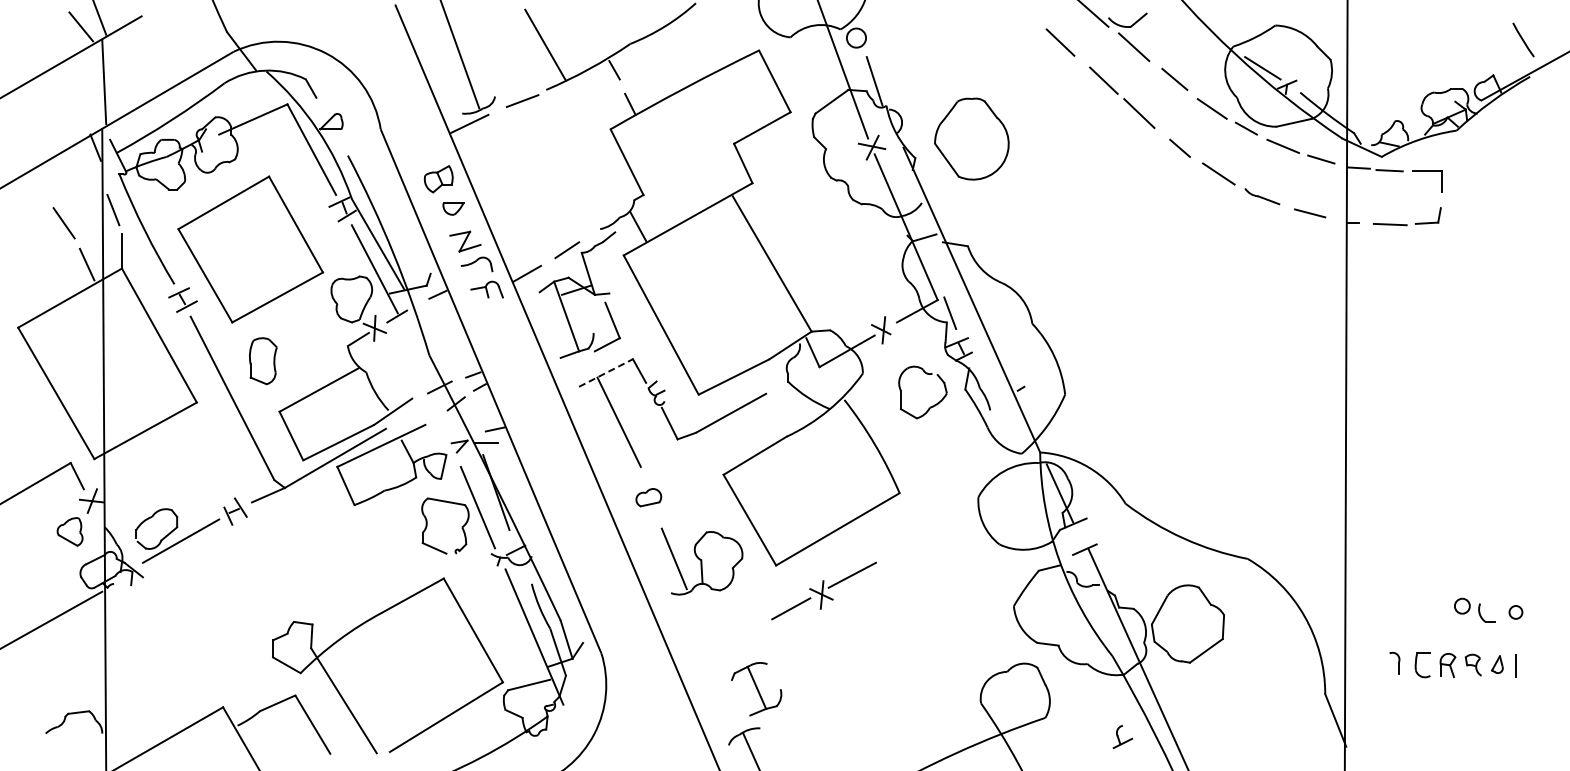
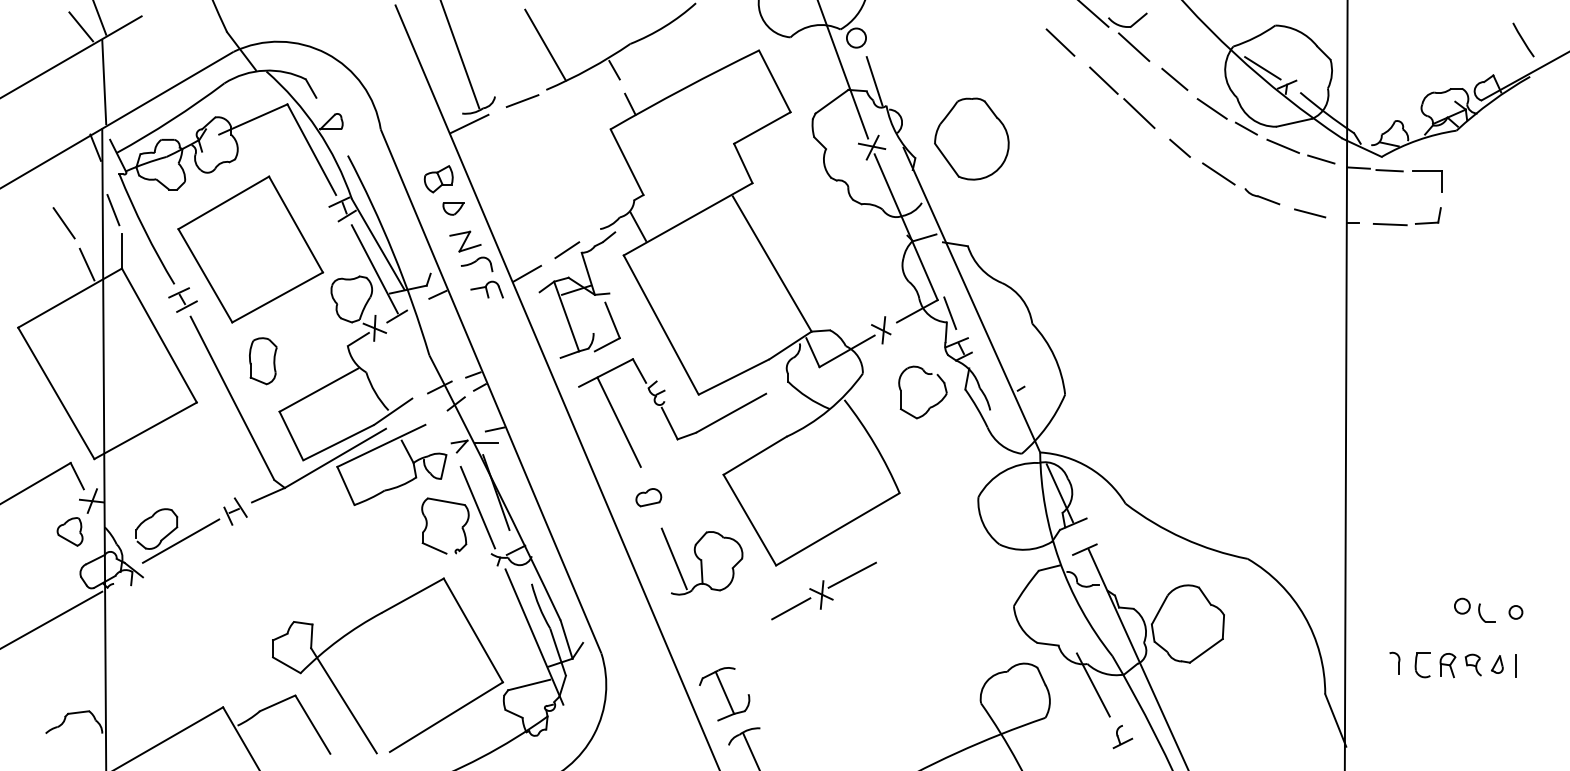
line at (606, 372): dashed -> solid
line at (1092, 684): none -> present
part at (756, 689) position: (756, 689) -> (724, 694)
